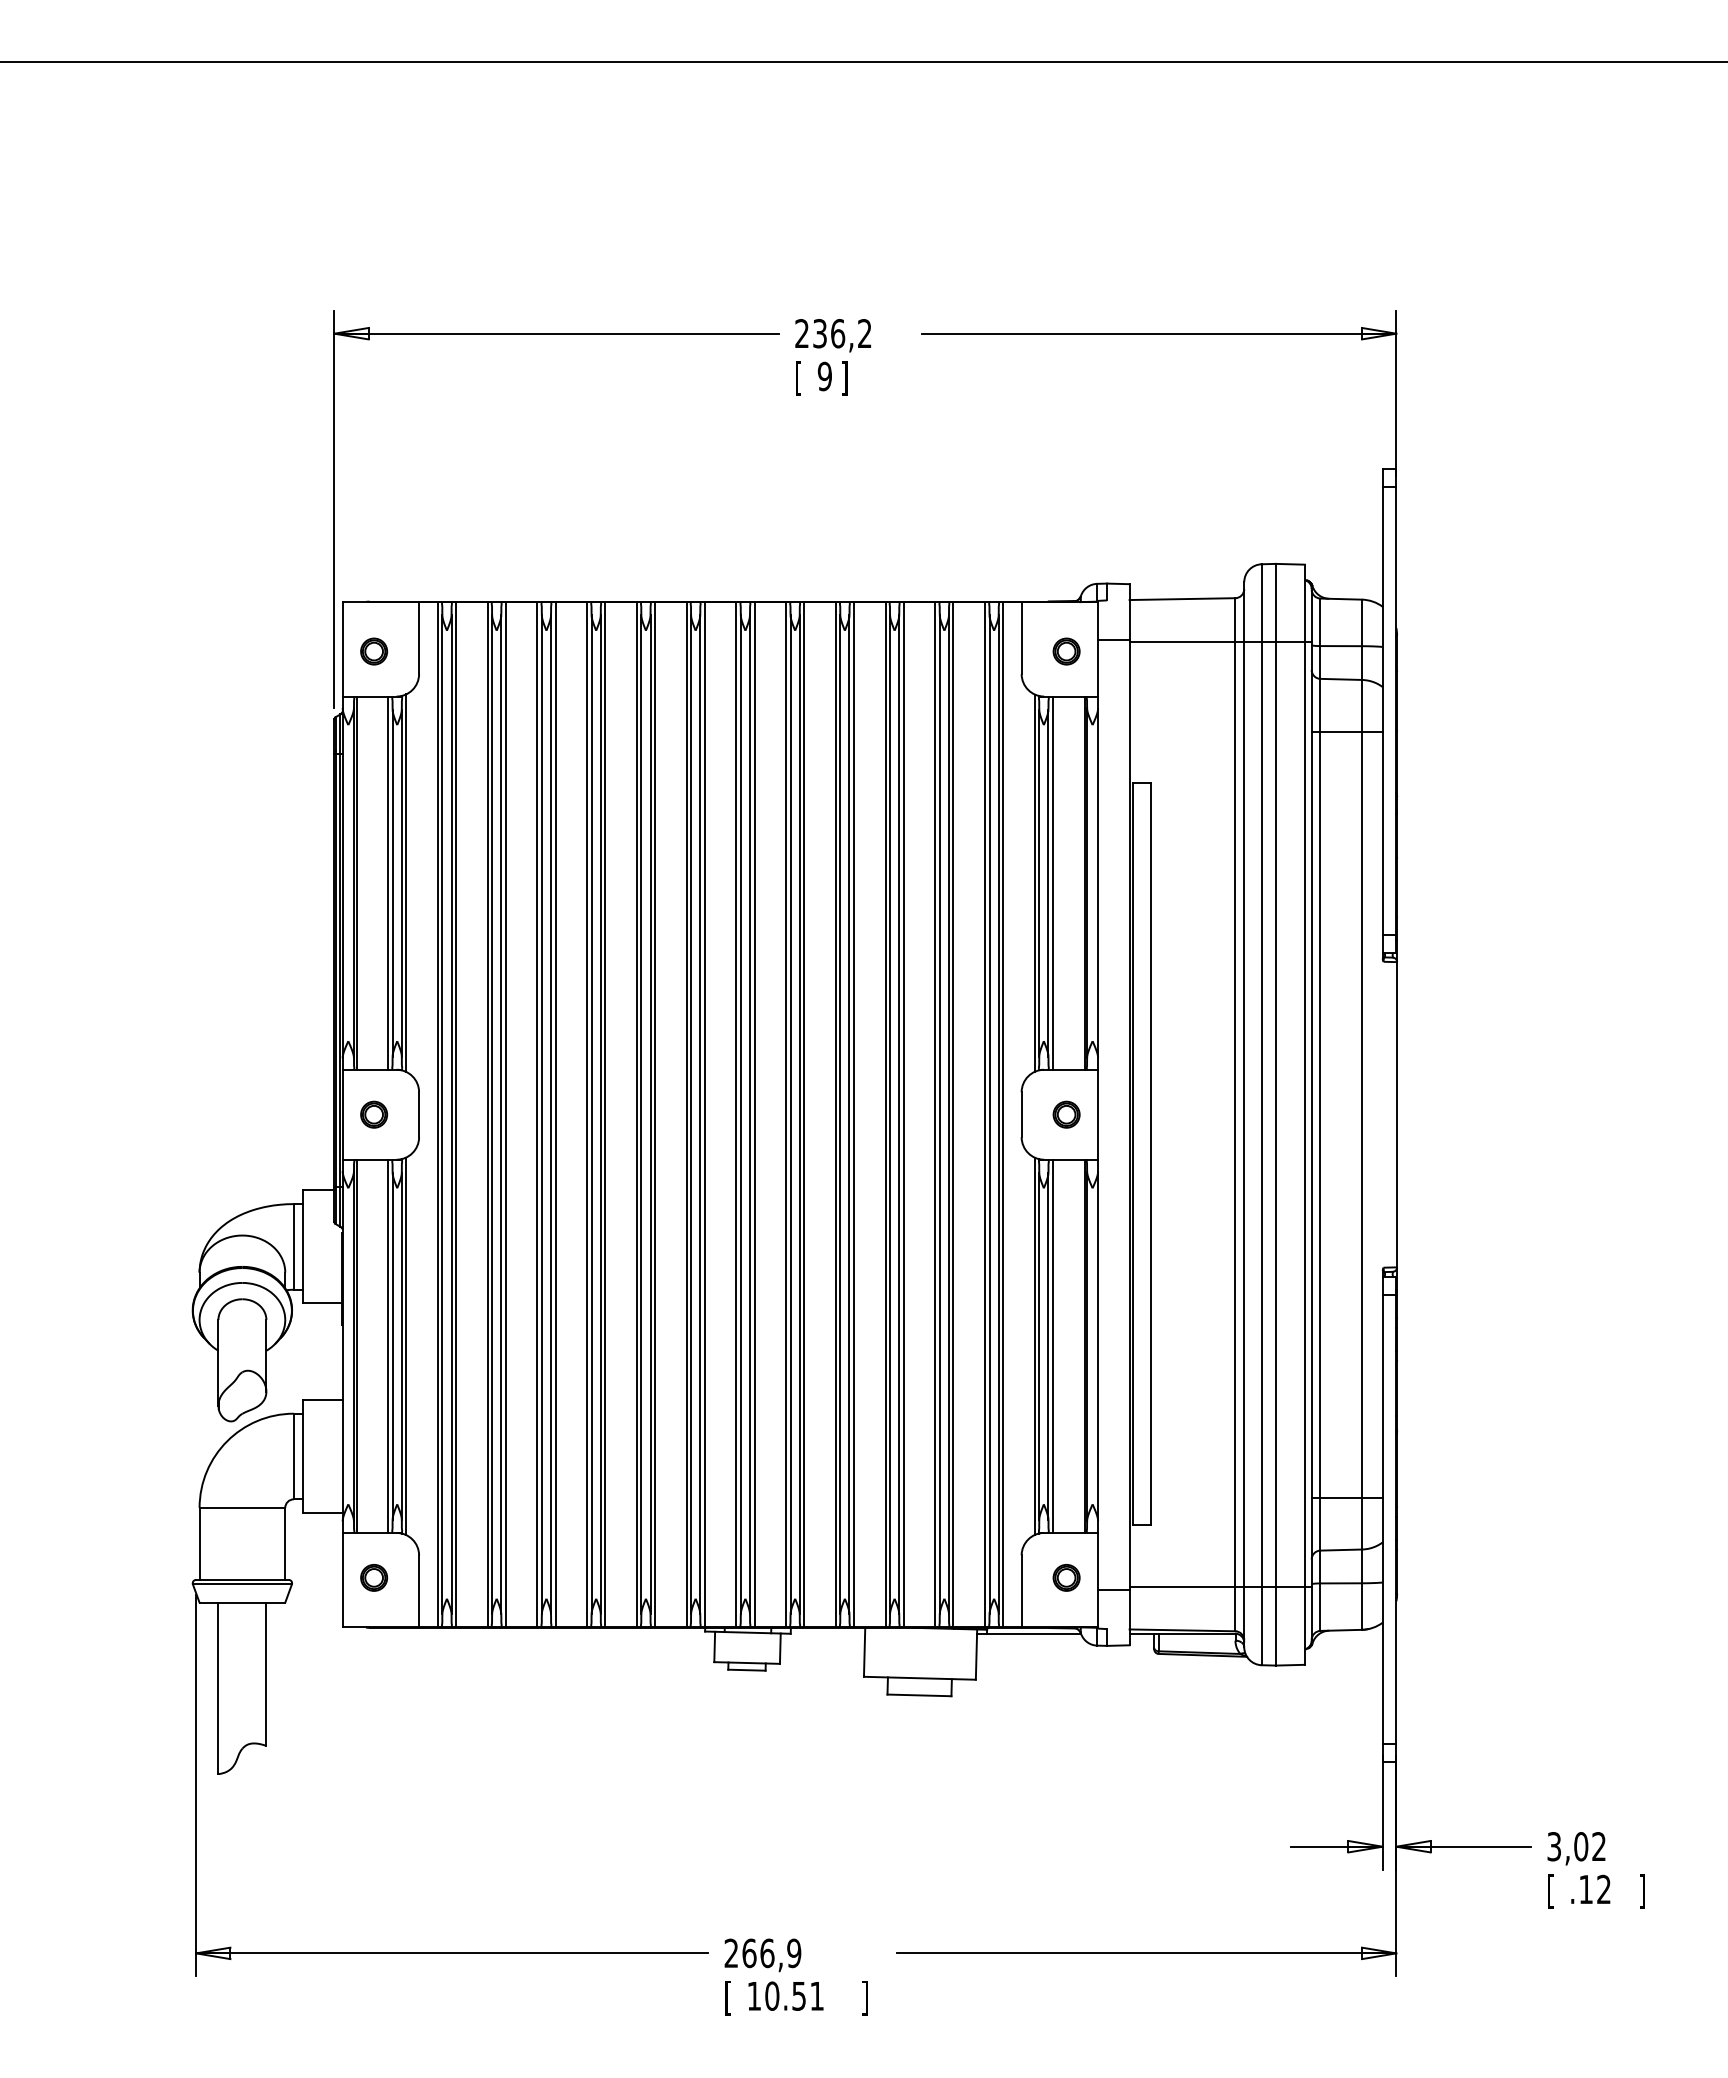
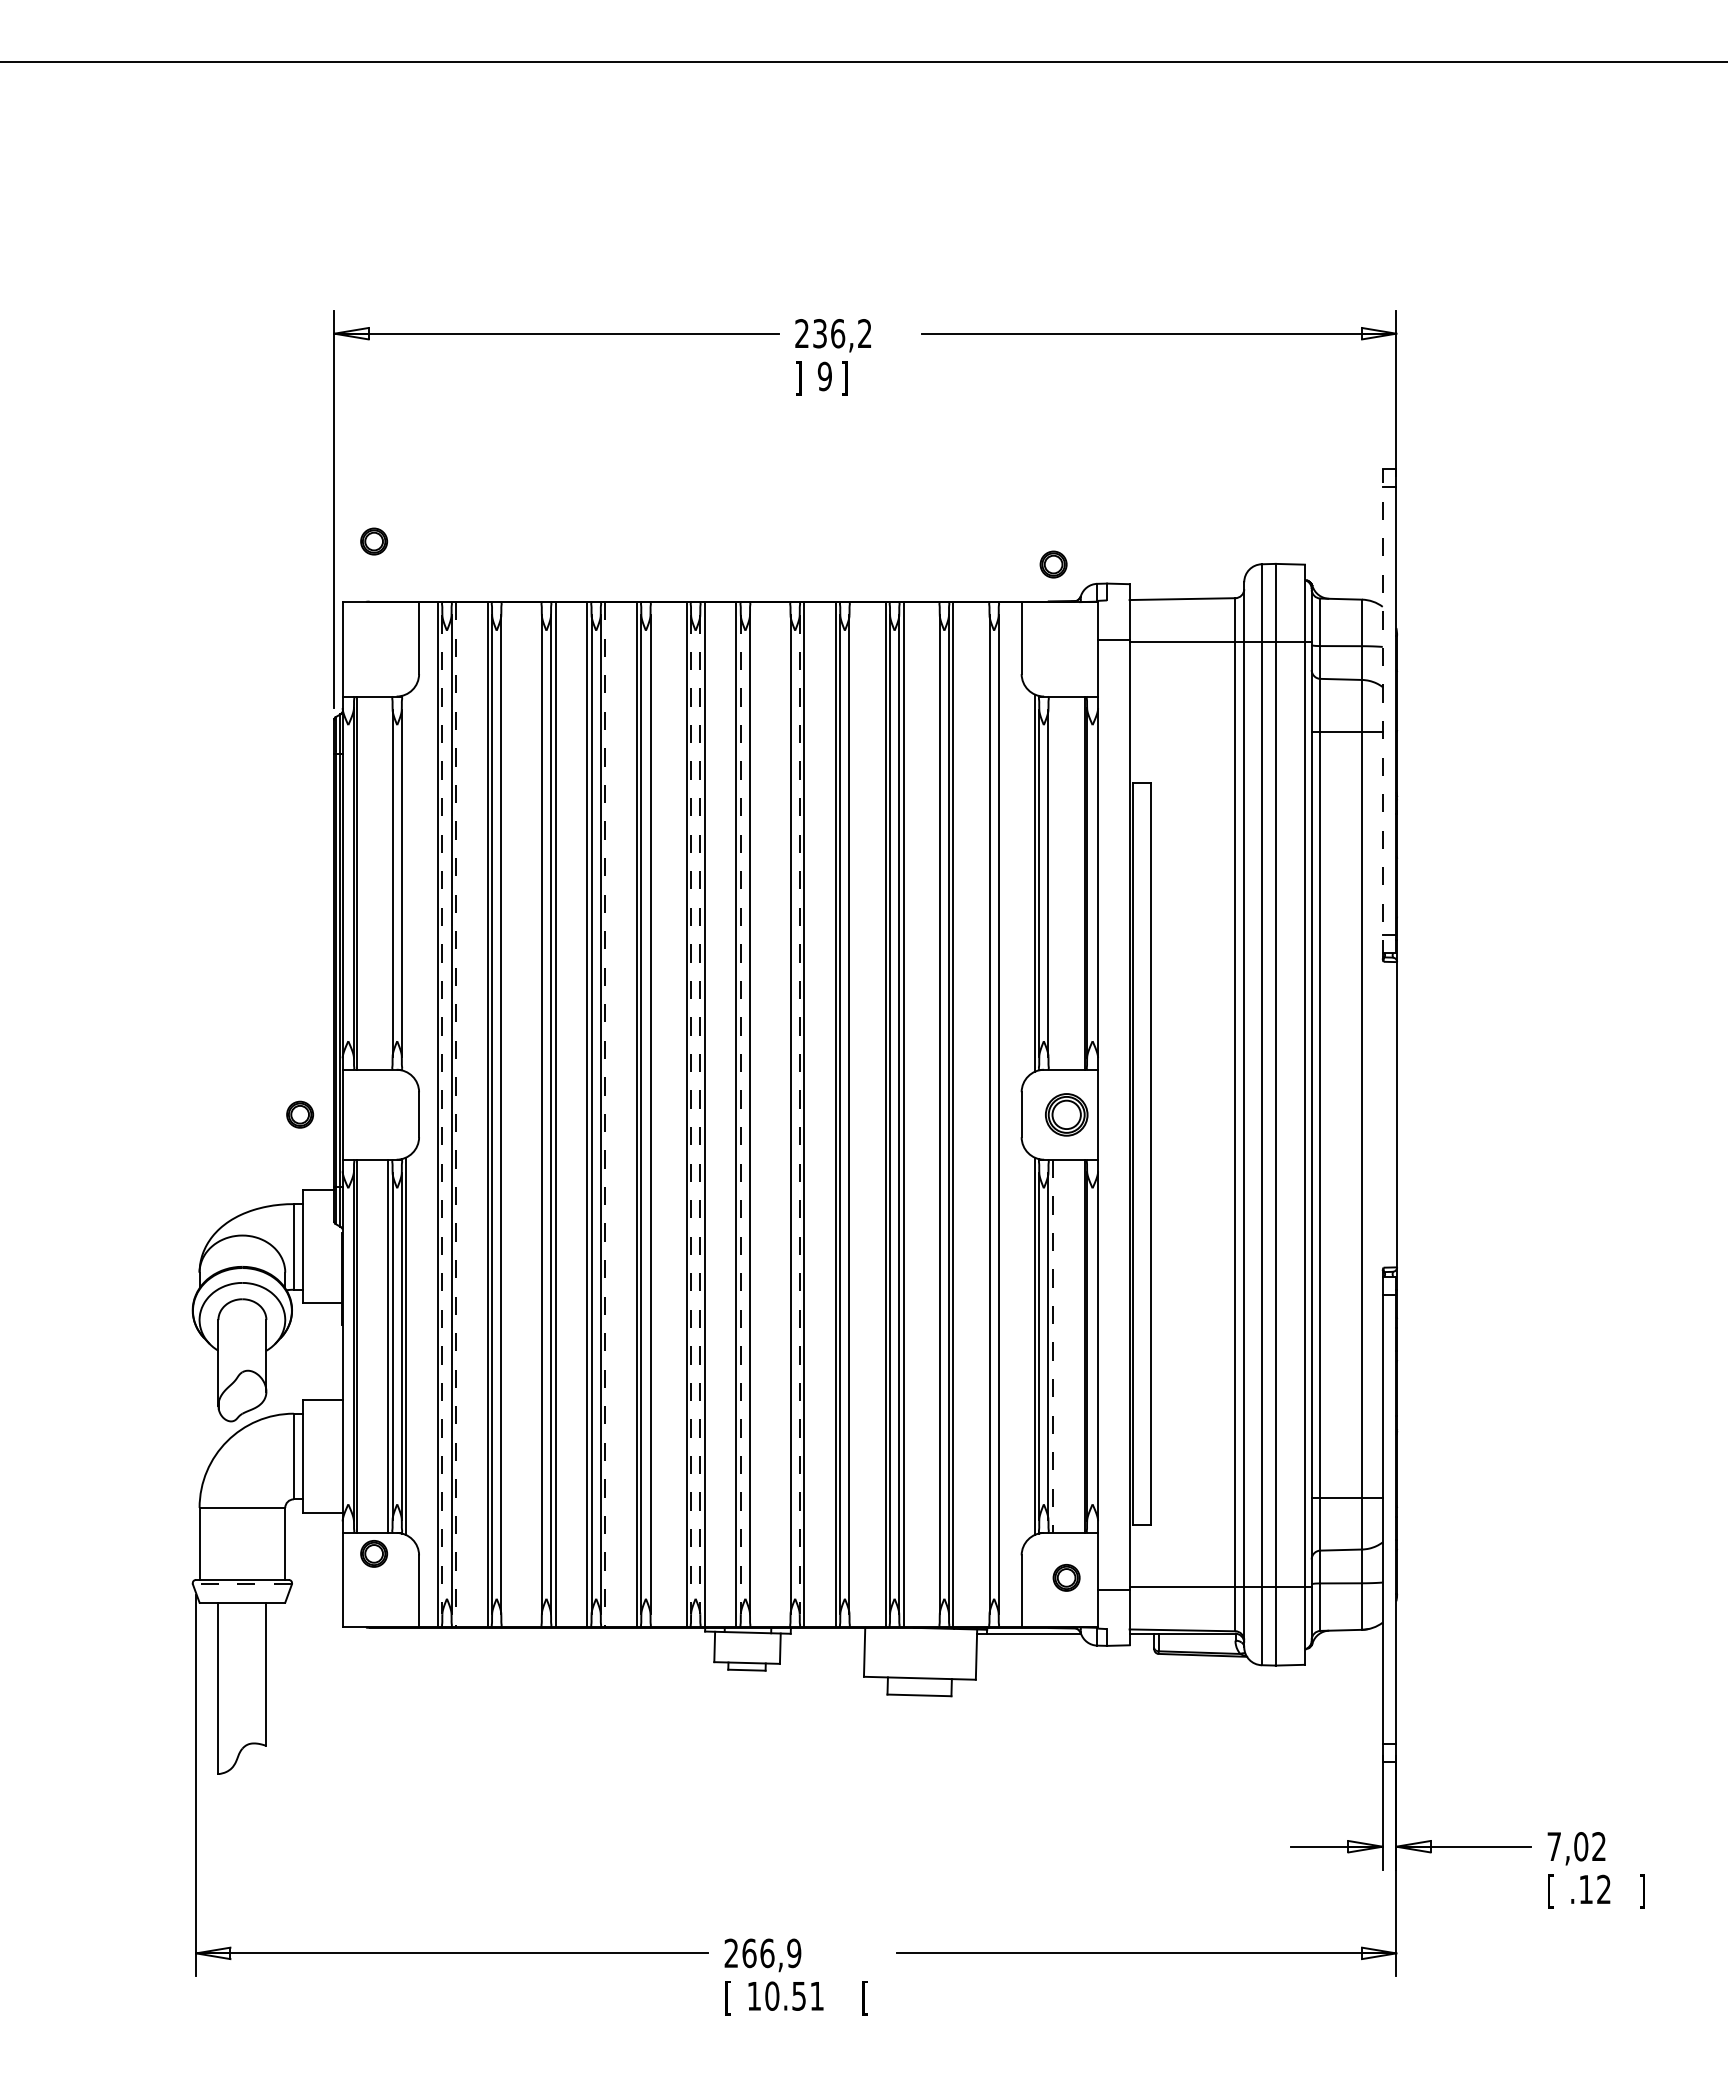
text at (798, 378): [ -> ]
part at (374, 651) position: (374, 651) -> (374, 541)
part at (1066, 651) position: (1066, 651) -> (1053, 564)
line at (1382, 714): solid -> dashed
line at (388, 882): present -> none
line at (406, 882): present -> none
line at (1052, 882): present -> none
part at (374, 1114) position: (374, 1114) -> (300, 1114)
line at (456, 1114): solid -> dashed
line at (505, 1114): present -> none
line at (537, 1114): present -> none
line at (605, 1114): solid -> dashed
line at (655, 1114): present -> none
line at (754, 1114): present -> none
line at (786, 1114): present -> none
line at (853, 1114): present -> none
line at (935, 1114): present -> none
line at (985, 1114): present -> none
line at (1003, 1114): present -> none
part at (1066, 1114) size: 29x29 px -> 44x44 px
line at (442, 1115): solid -> dashed
line at (691, 1115): solid -> dashed
line at (700, 1115): solid -> dashed
line at (740, 1115): solid -> dashed
line at (799, 1115): solid -> dashed
line at (1052, 1346): solid -> dashed
part at (374, 1577) position: (374, 1577) -> (374, 1553)
line at (241, 1584): solid -> dashed
text at (1554, 1846): 3,02 -> 7,02
text at (864, 1997): ] -> [
